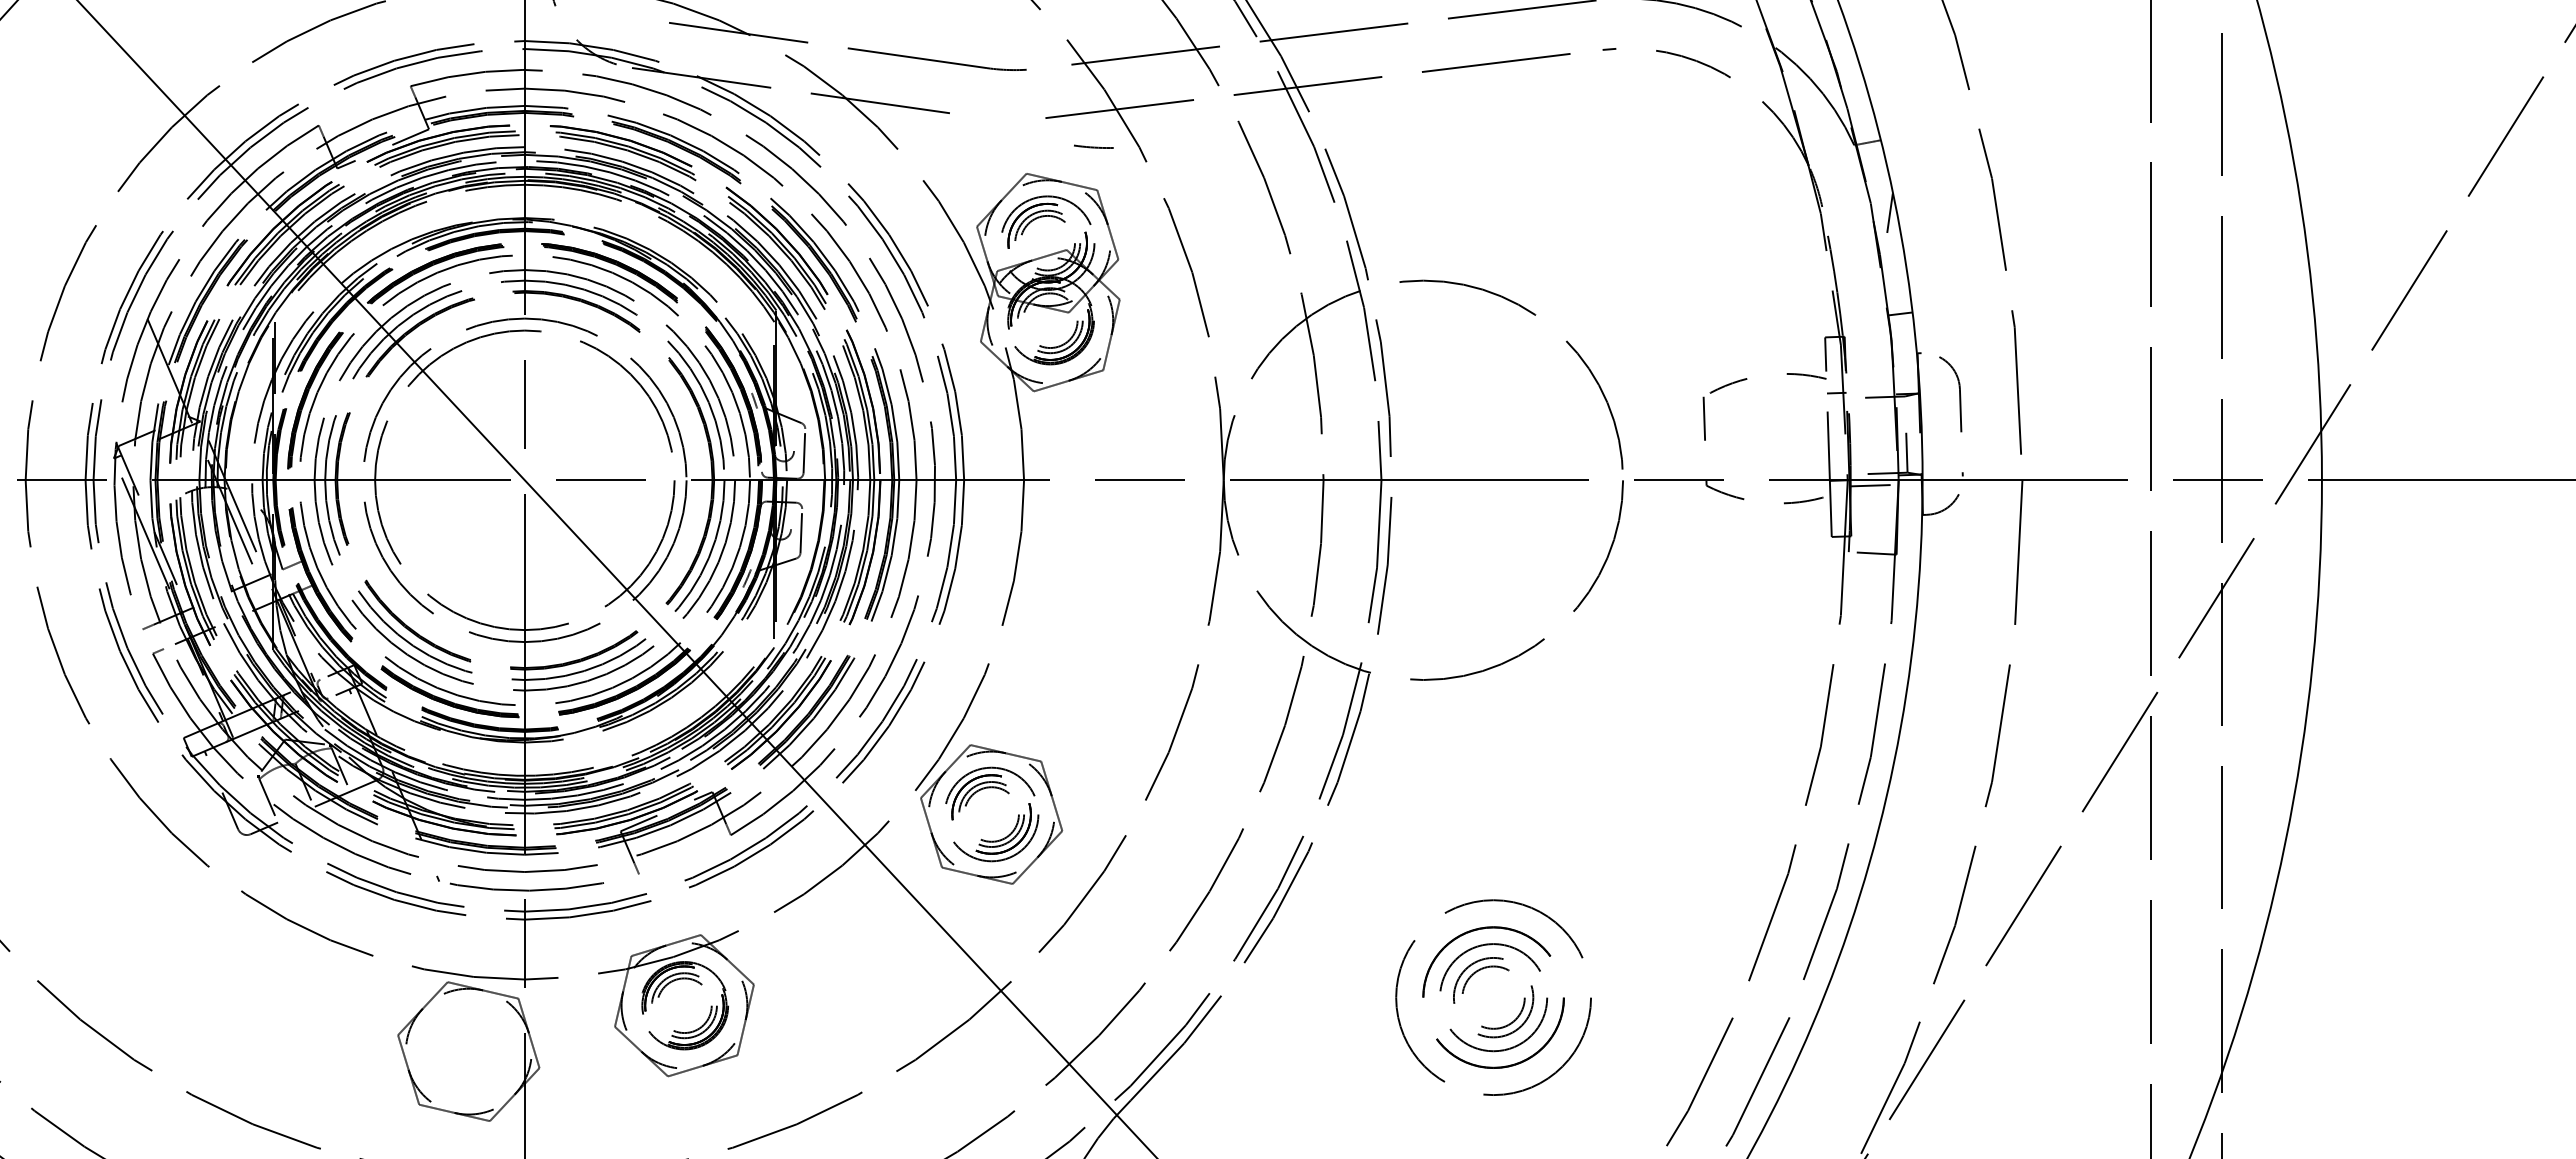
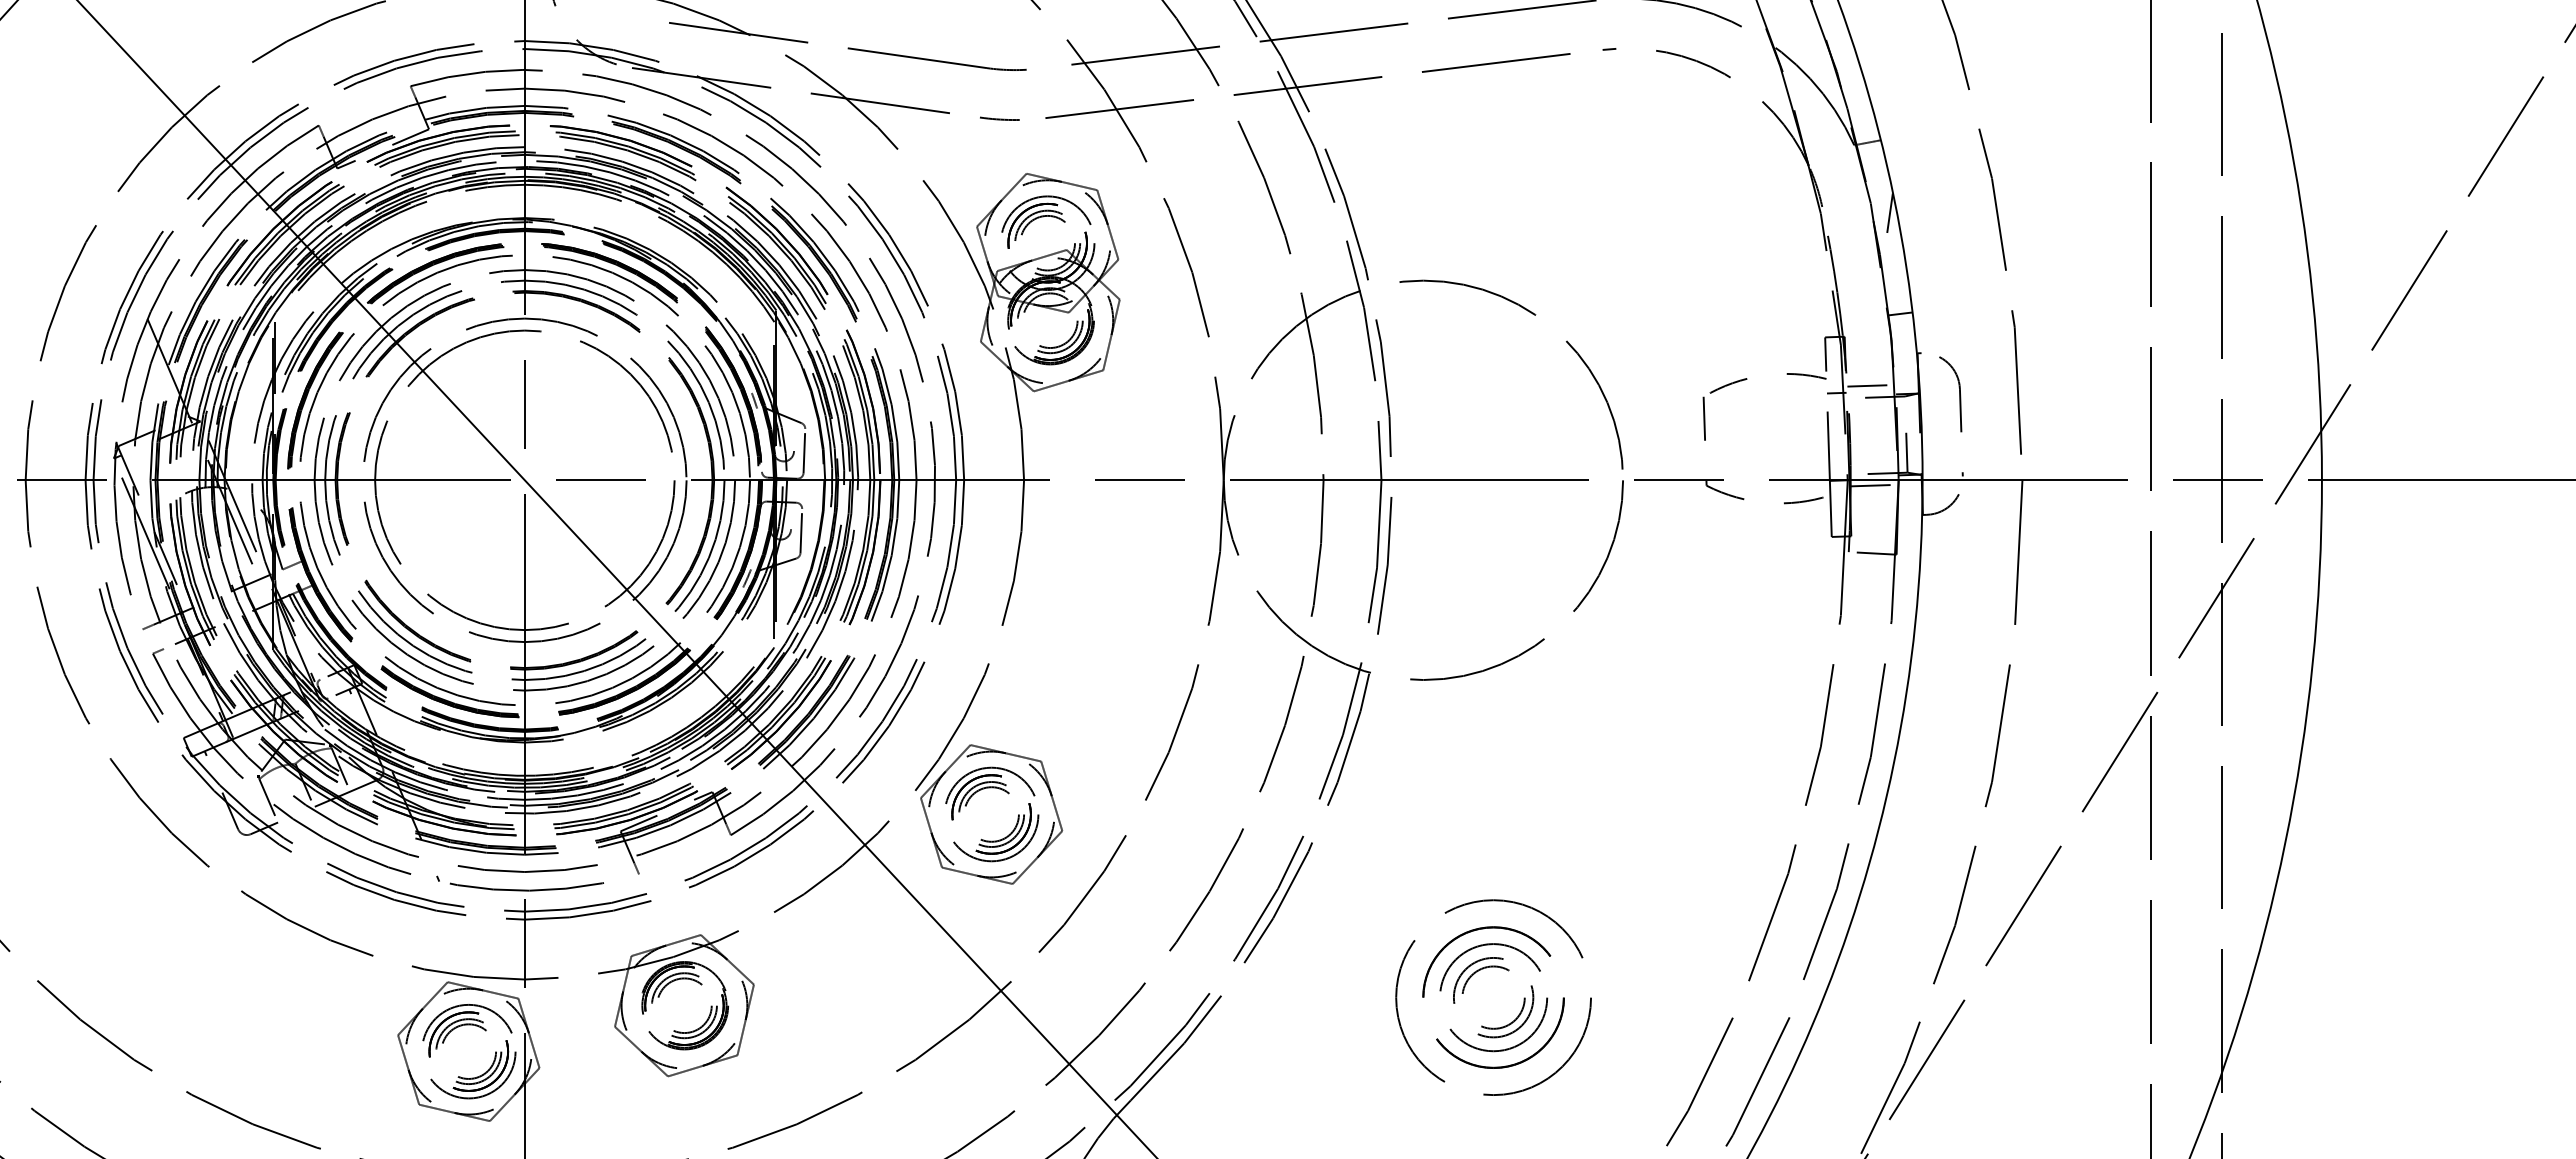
arc at (1093, 146) position: (1093, 146) -> (999, 118)
line at (1871, 385): none -> present
part at (494, 1055): none -> present
